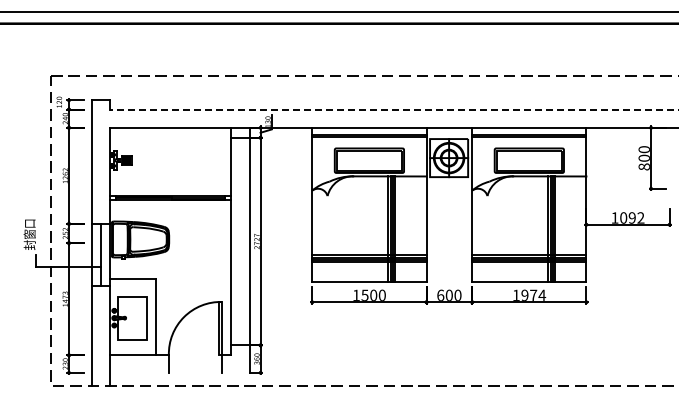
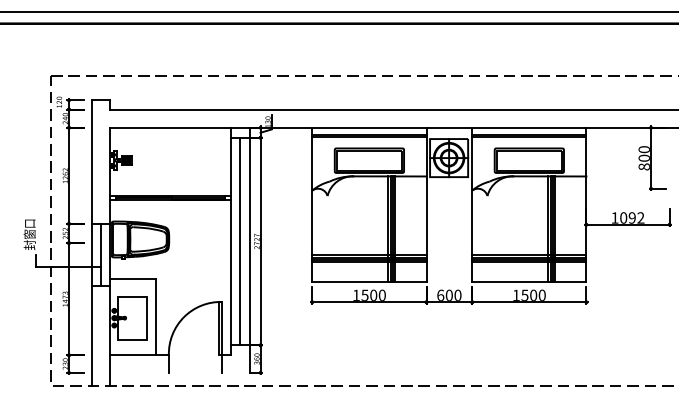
line at (393, 109): dashed -> solid
line at (240, 241): none -> present
text at (533, 294): 1974 -> 1500
